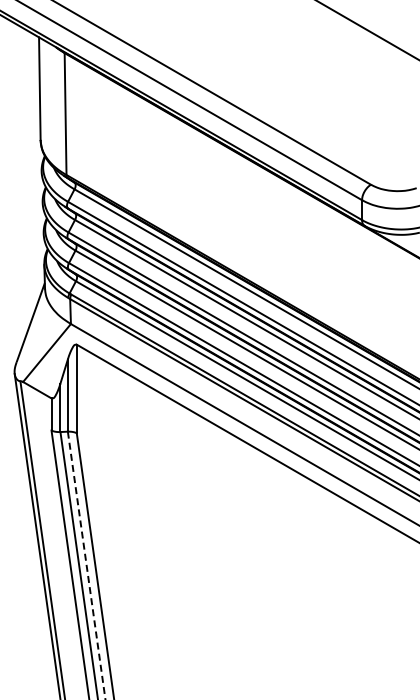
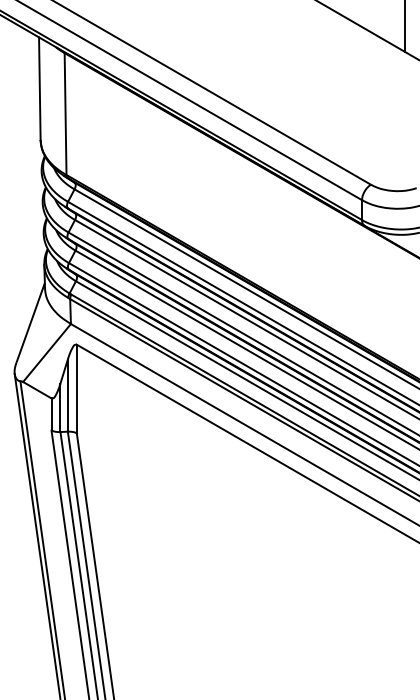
line at (404, 26): none -> present
line at (86, 566): dashed -> solid
